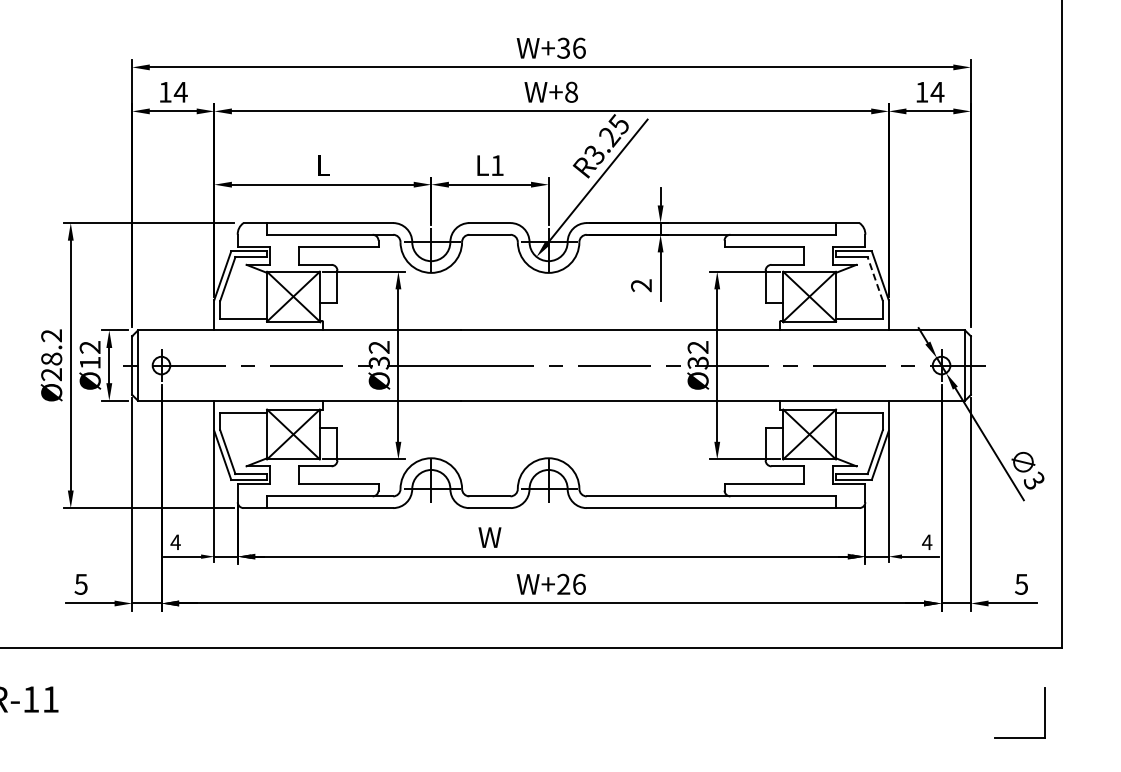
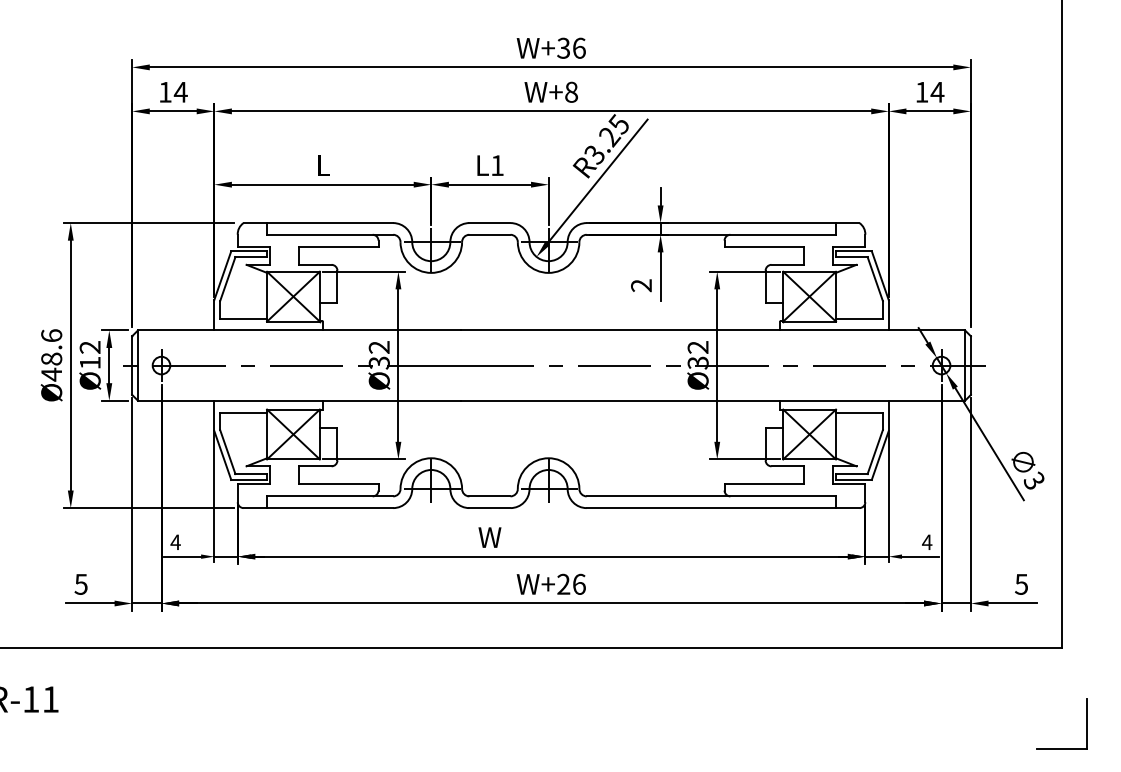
line at (875, 278): dashed -> solid
text at (51, 355): Ø28.2 -> Ø48.6
part at (1044, 712) position: (1044, 712) -> (1086, 723)
